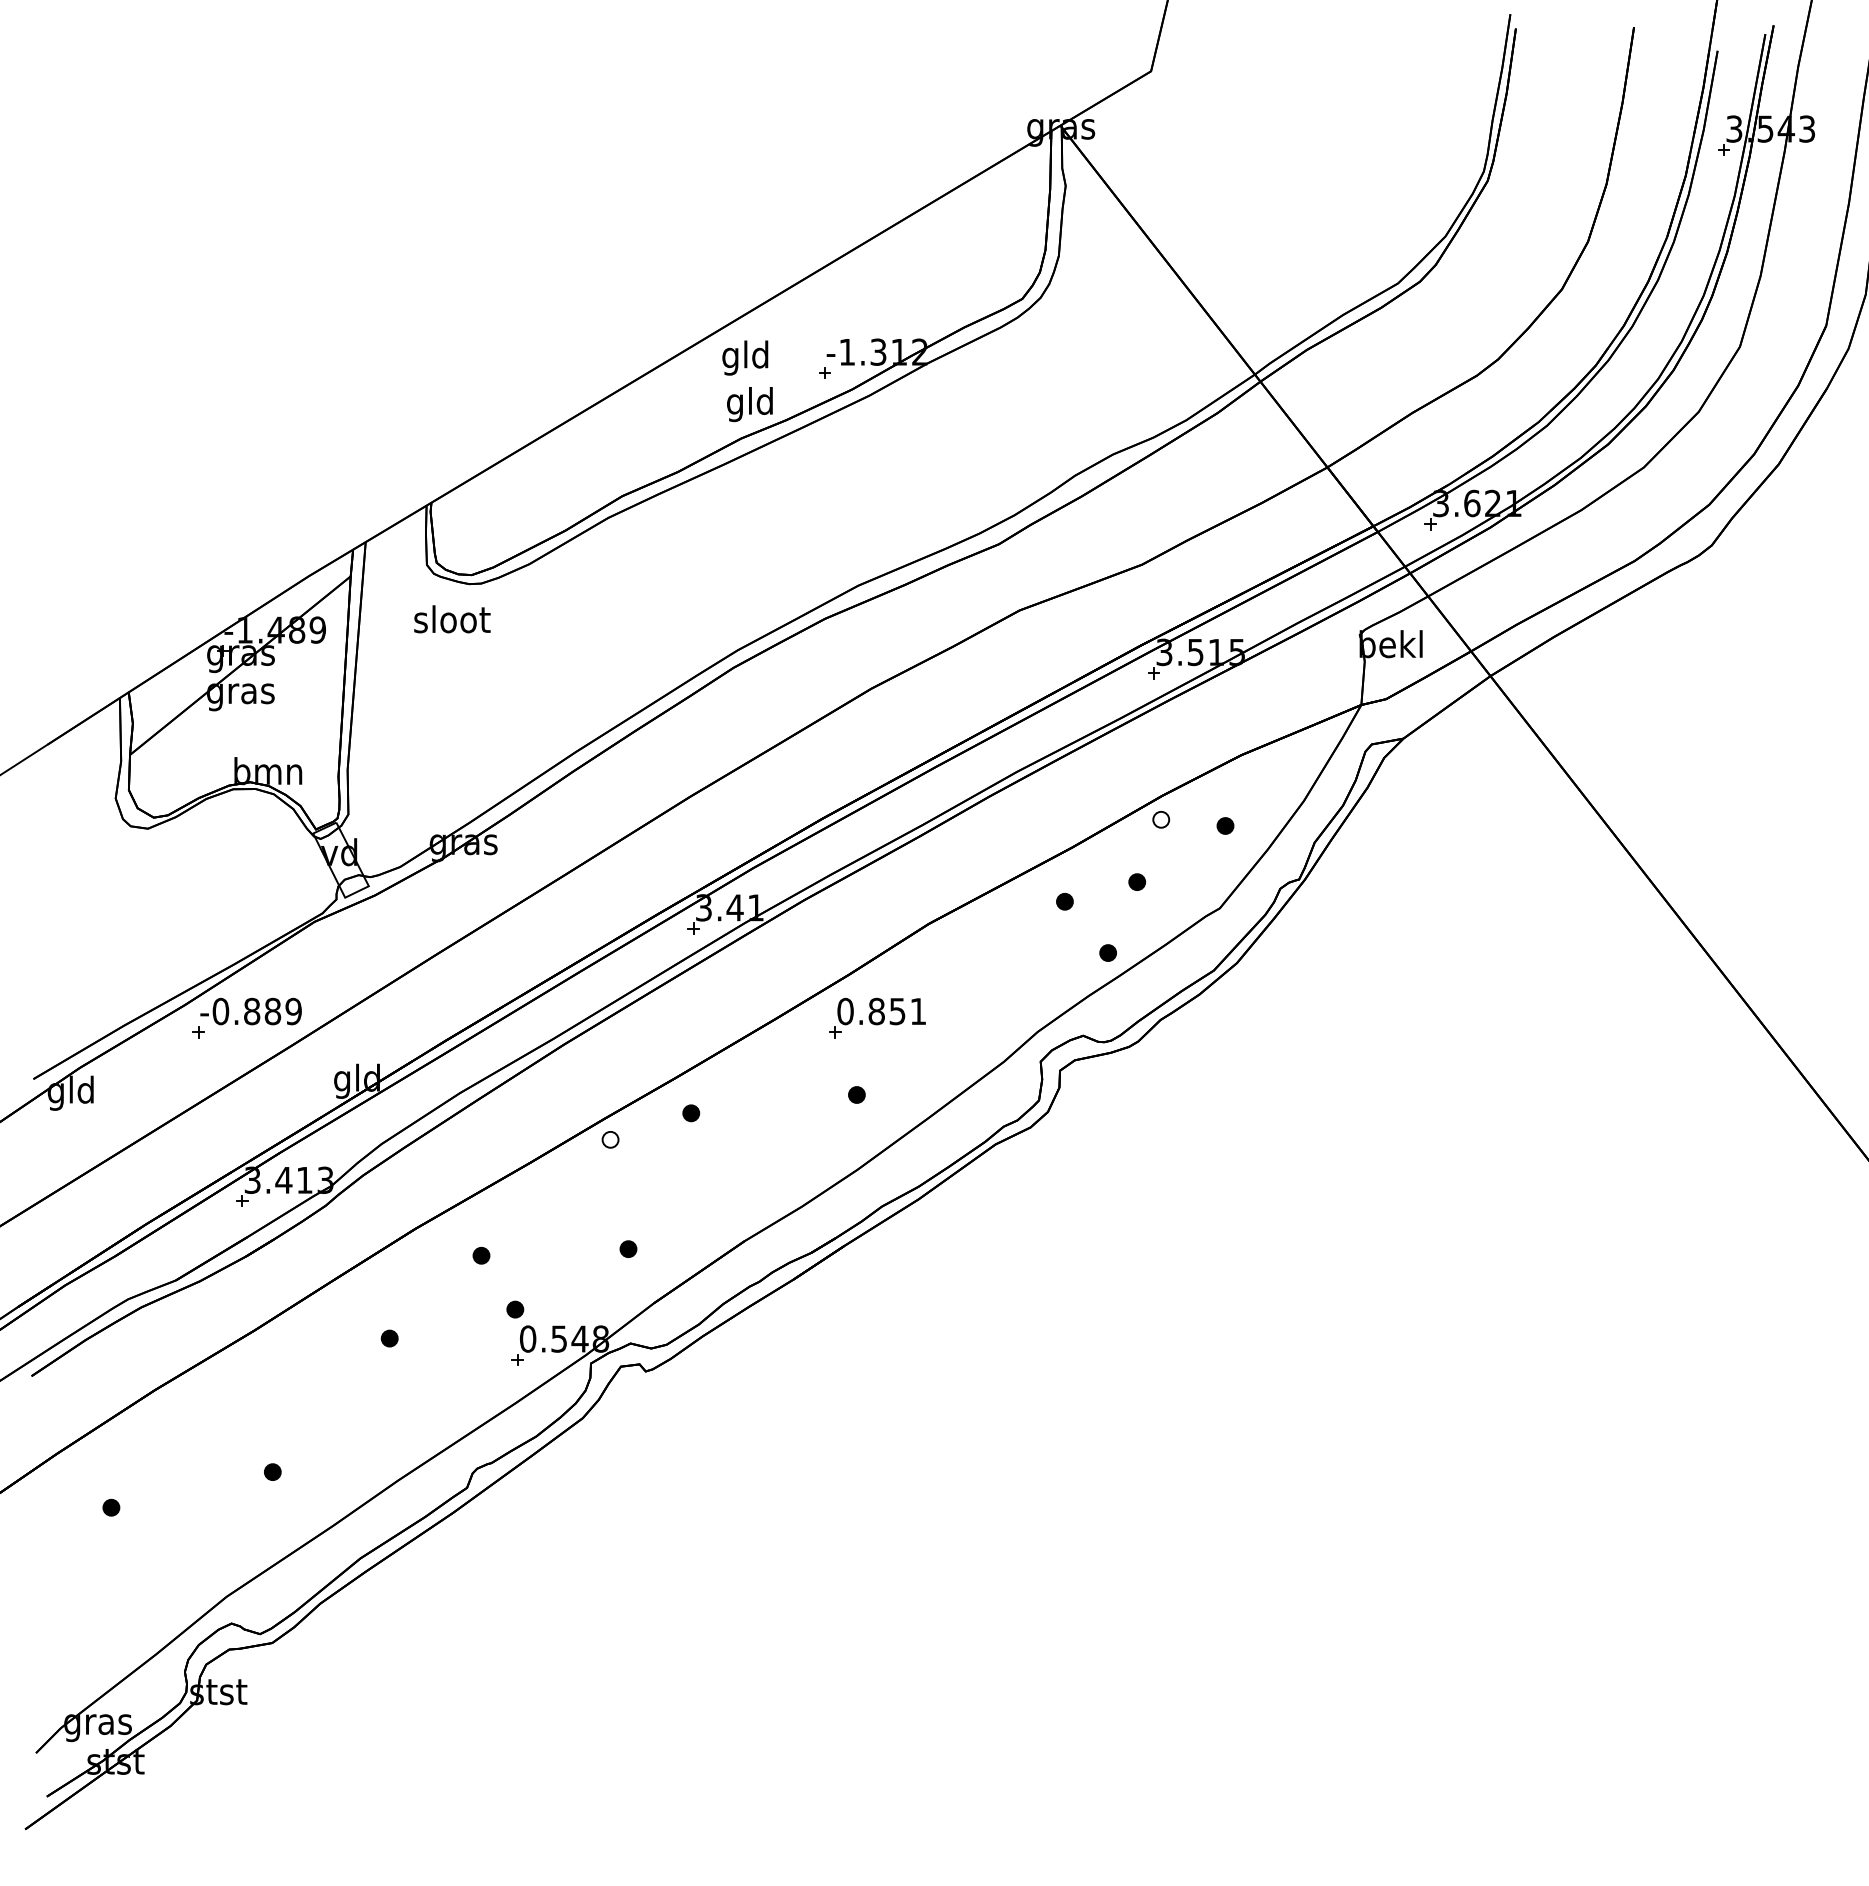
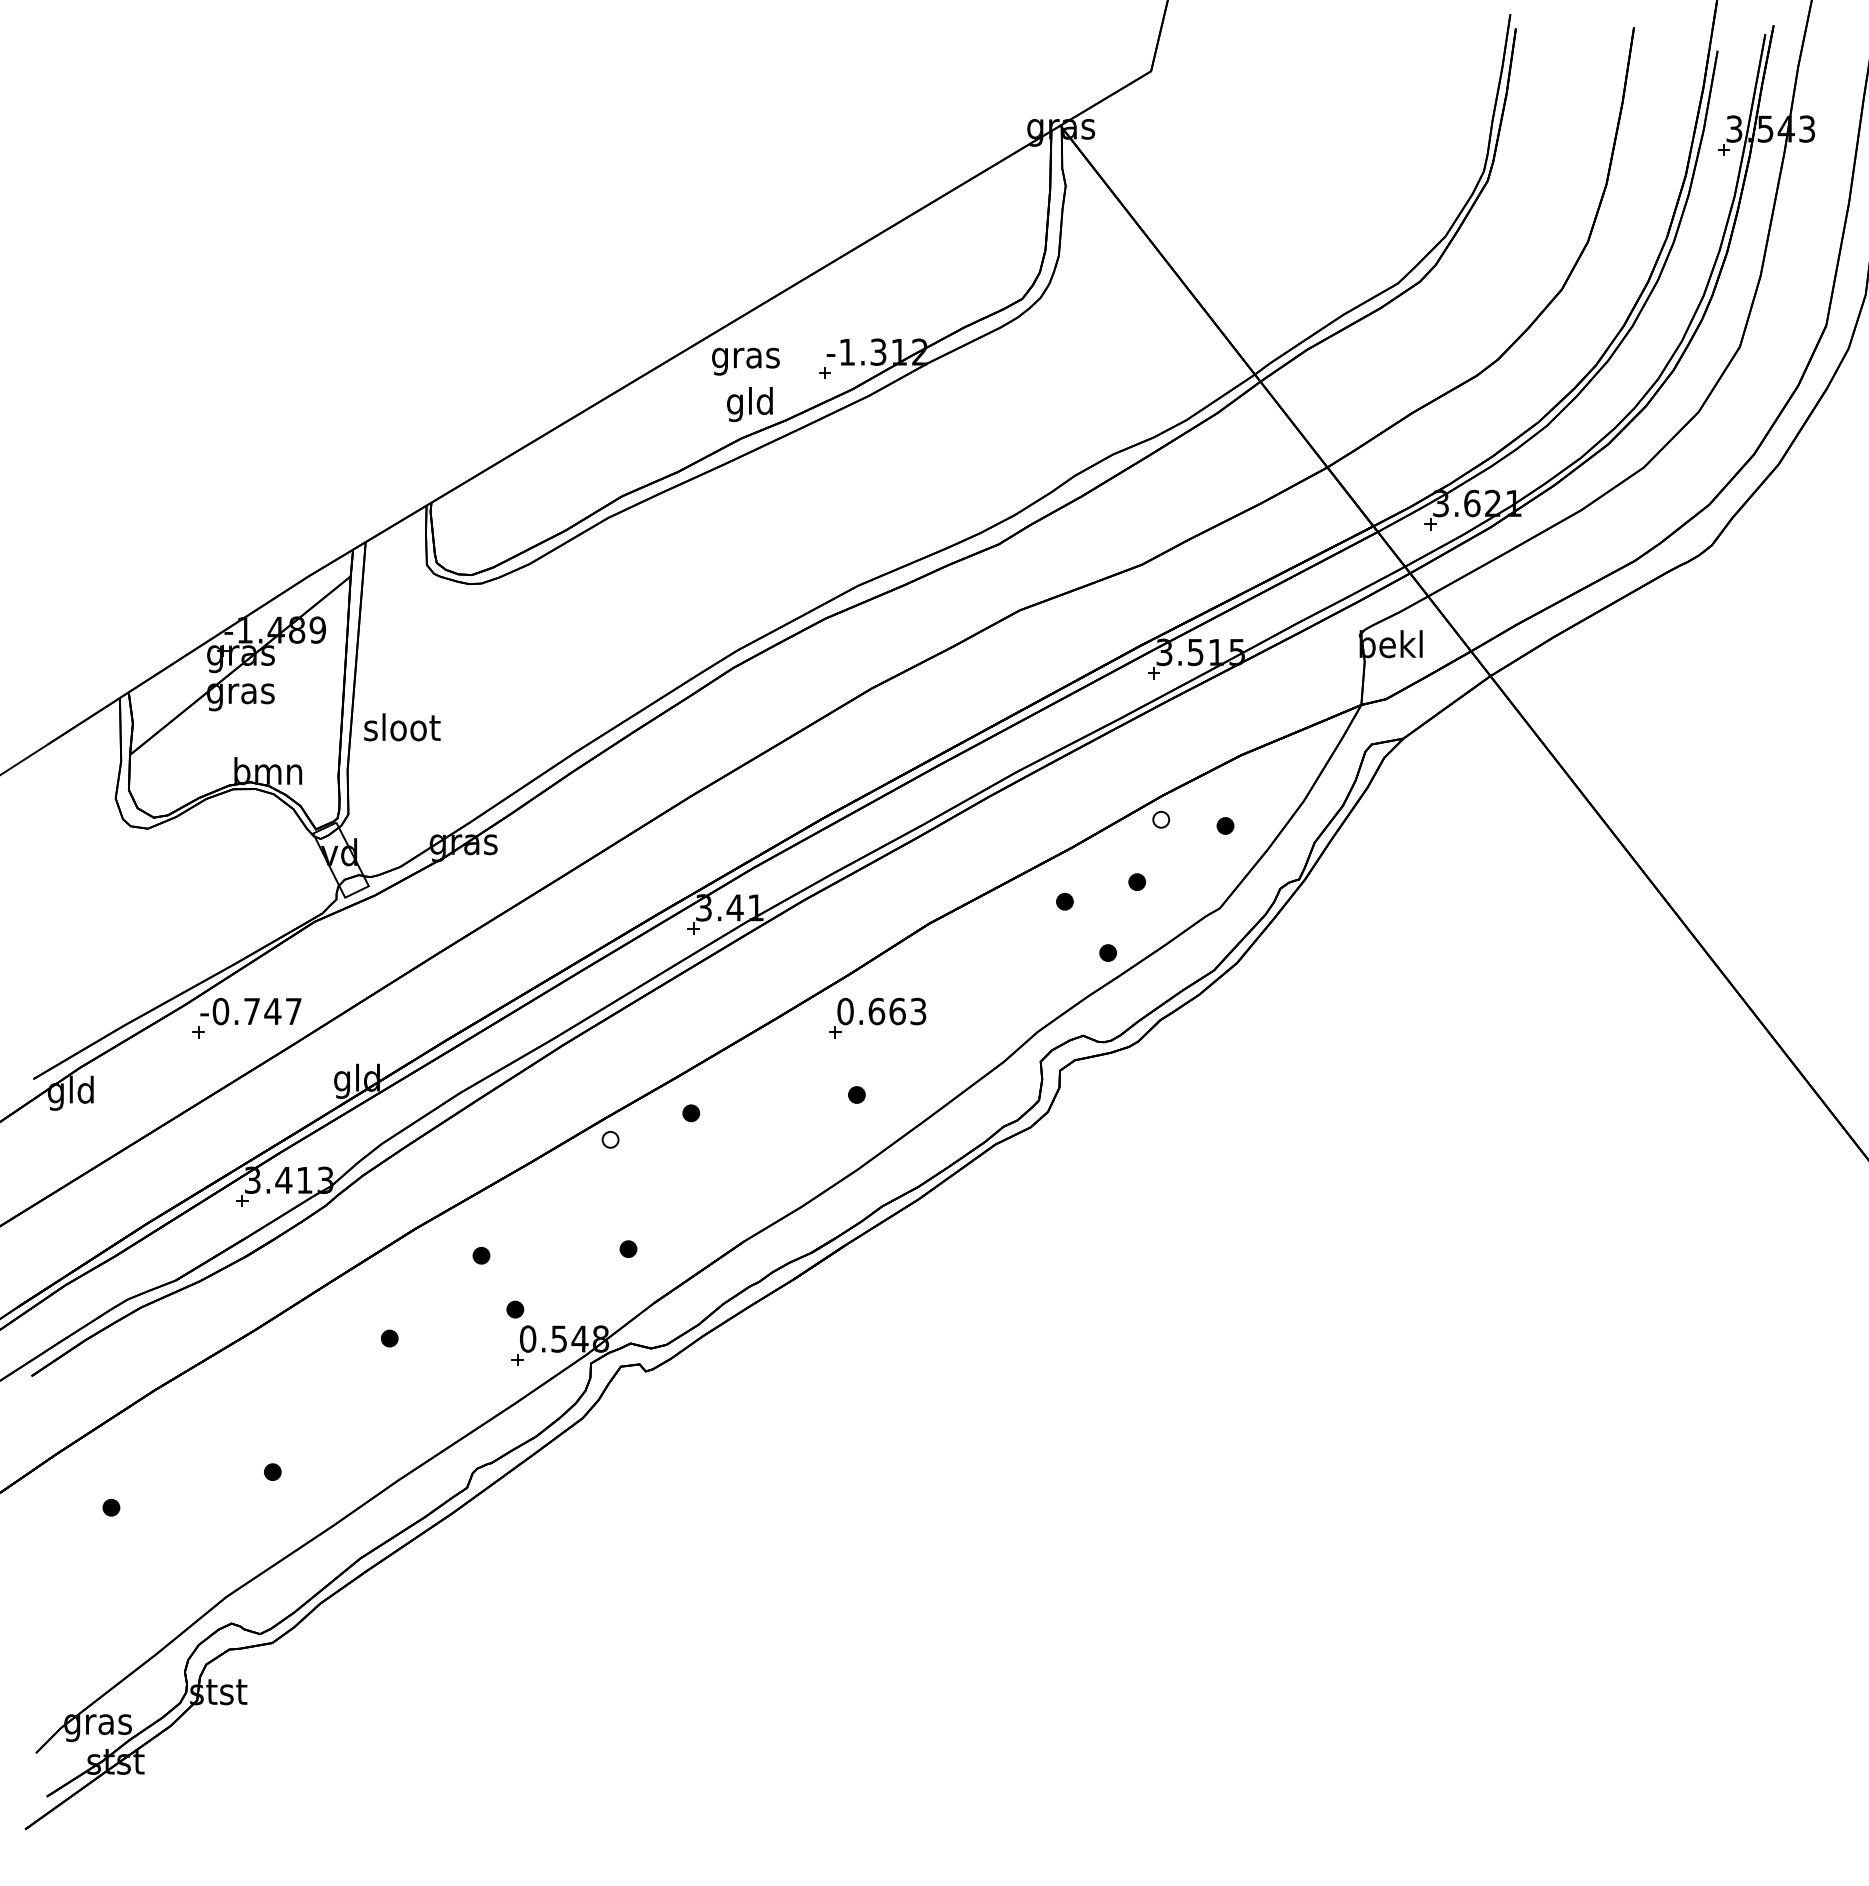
text at (745, 357): gld -> gras
text at (452, 619) position: (452, 619) -> (402, 727)
text at (272, 1011): -0.889 -> -0.747
text at (897, 1011): 0.851 -> 0.663
